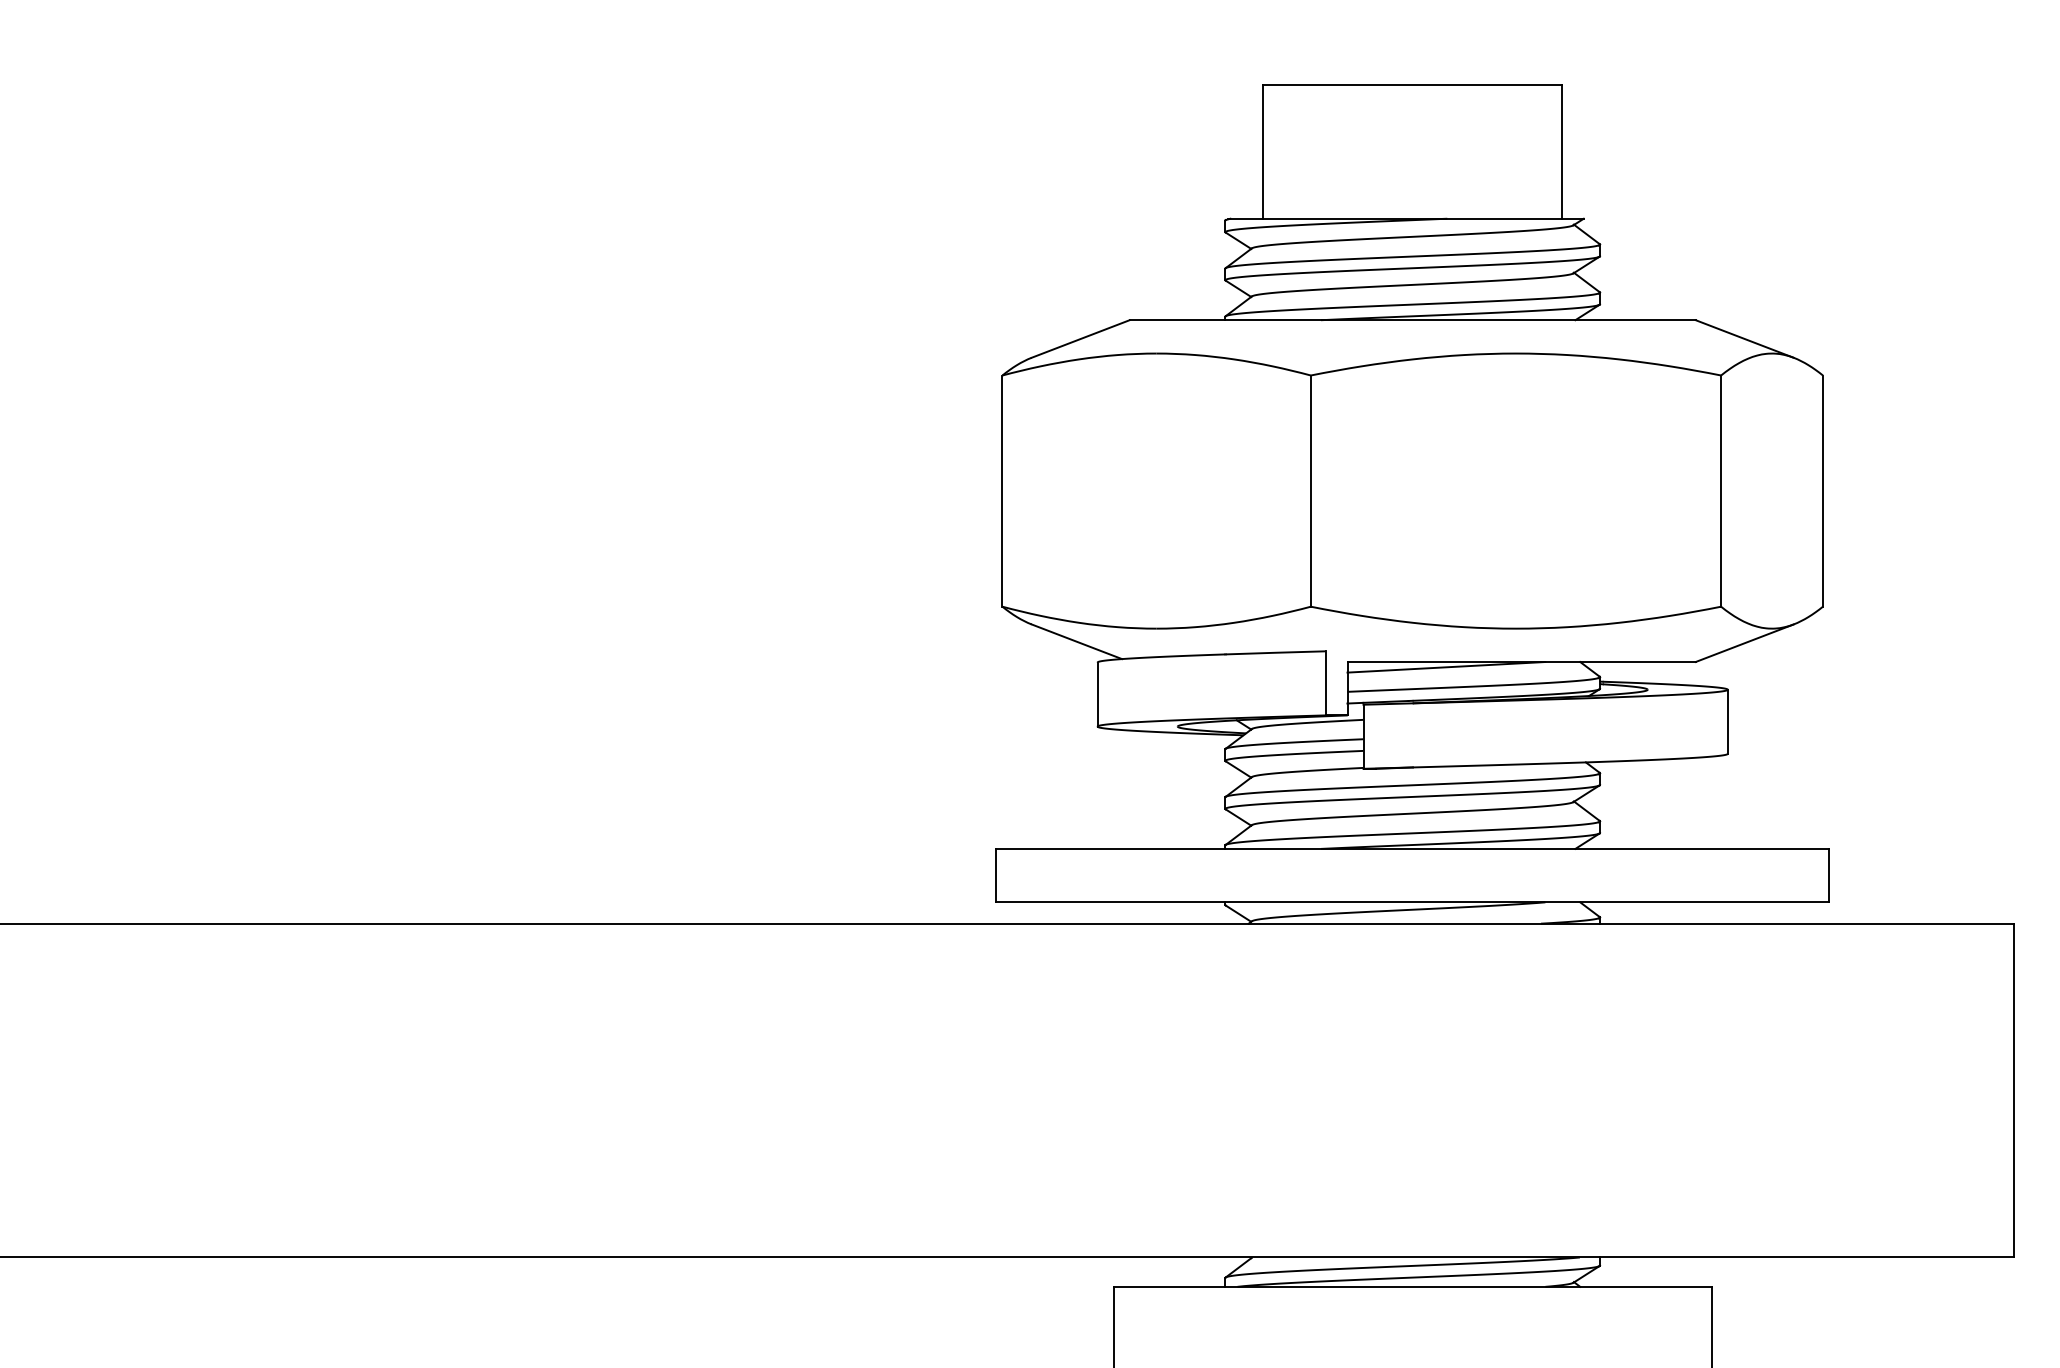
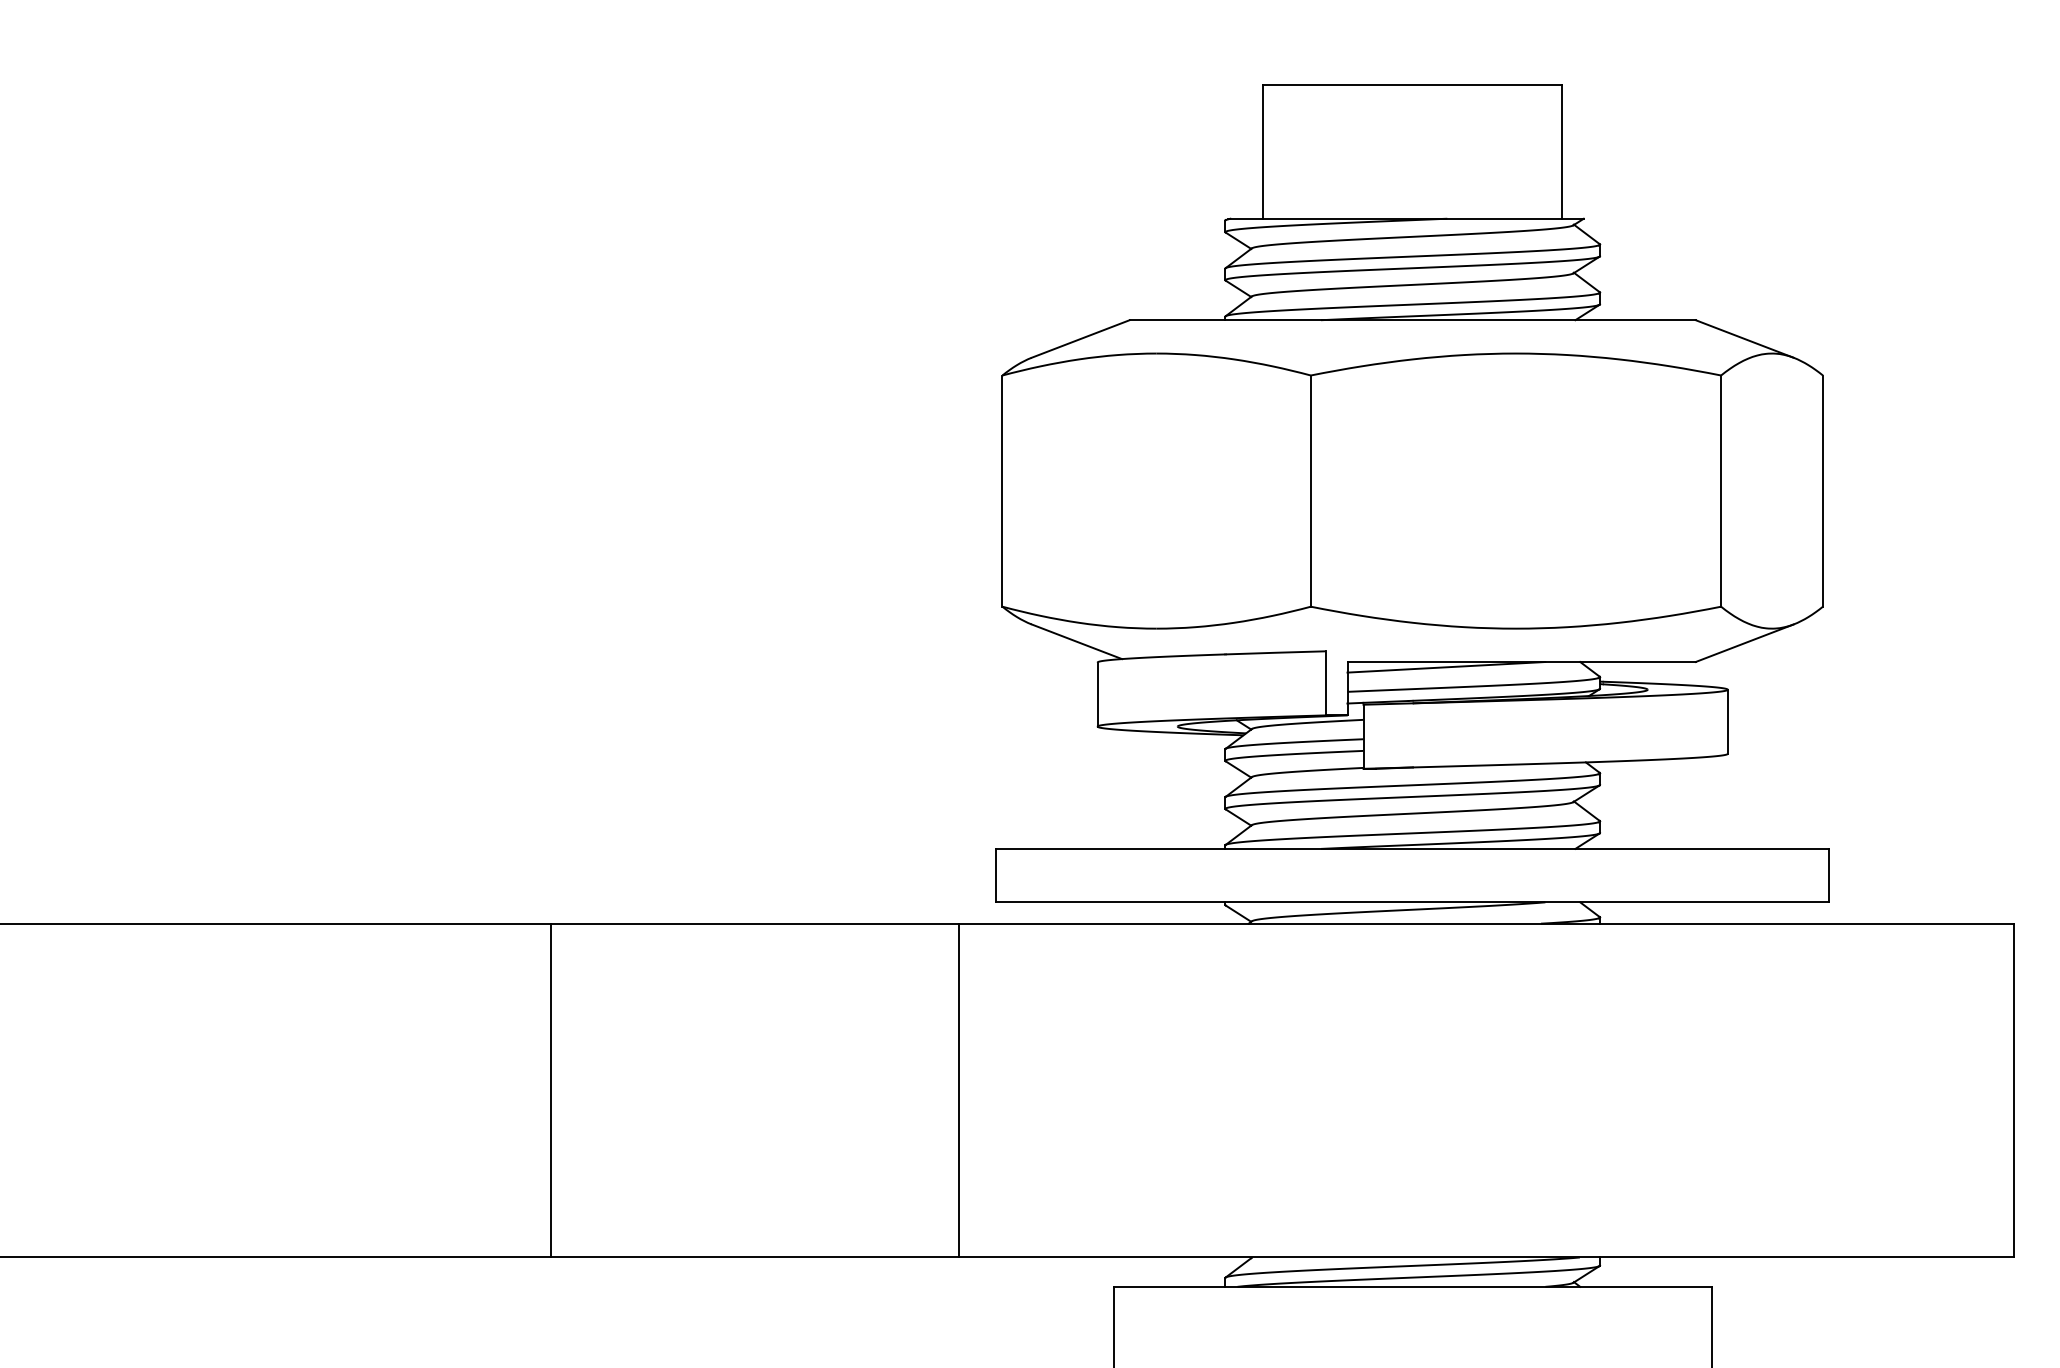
line at (551, 1090): none -> present
line at (959, 1090): none -> present
